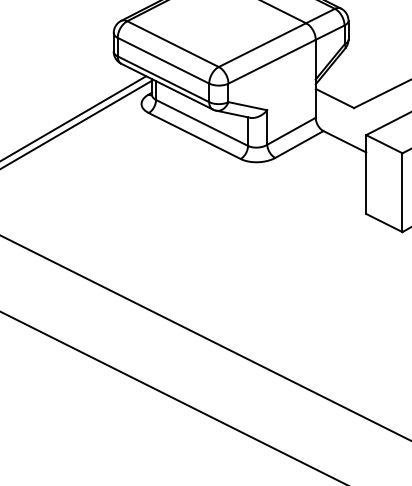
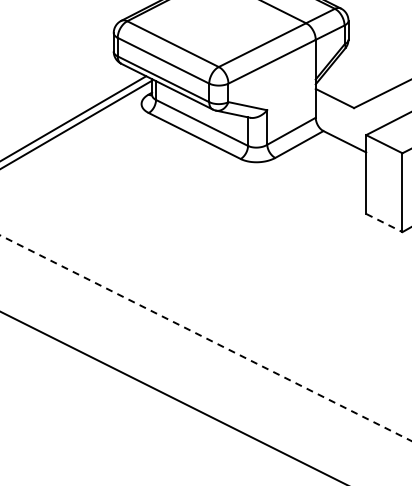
line at (384, 223): solid -> dashed
line at (206, 338): solid -> dashed
